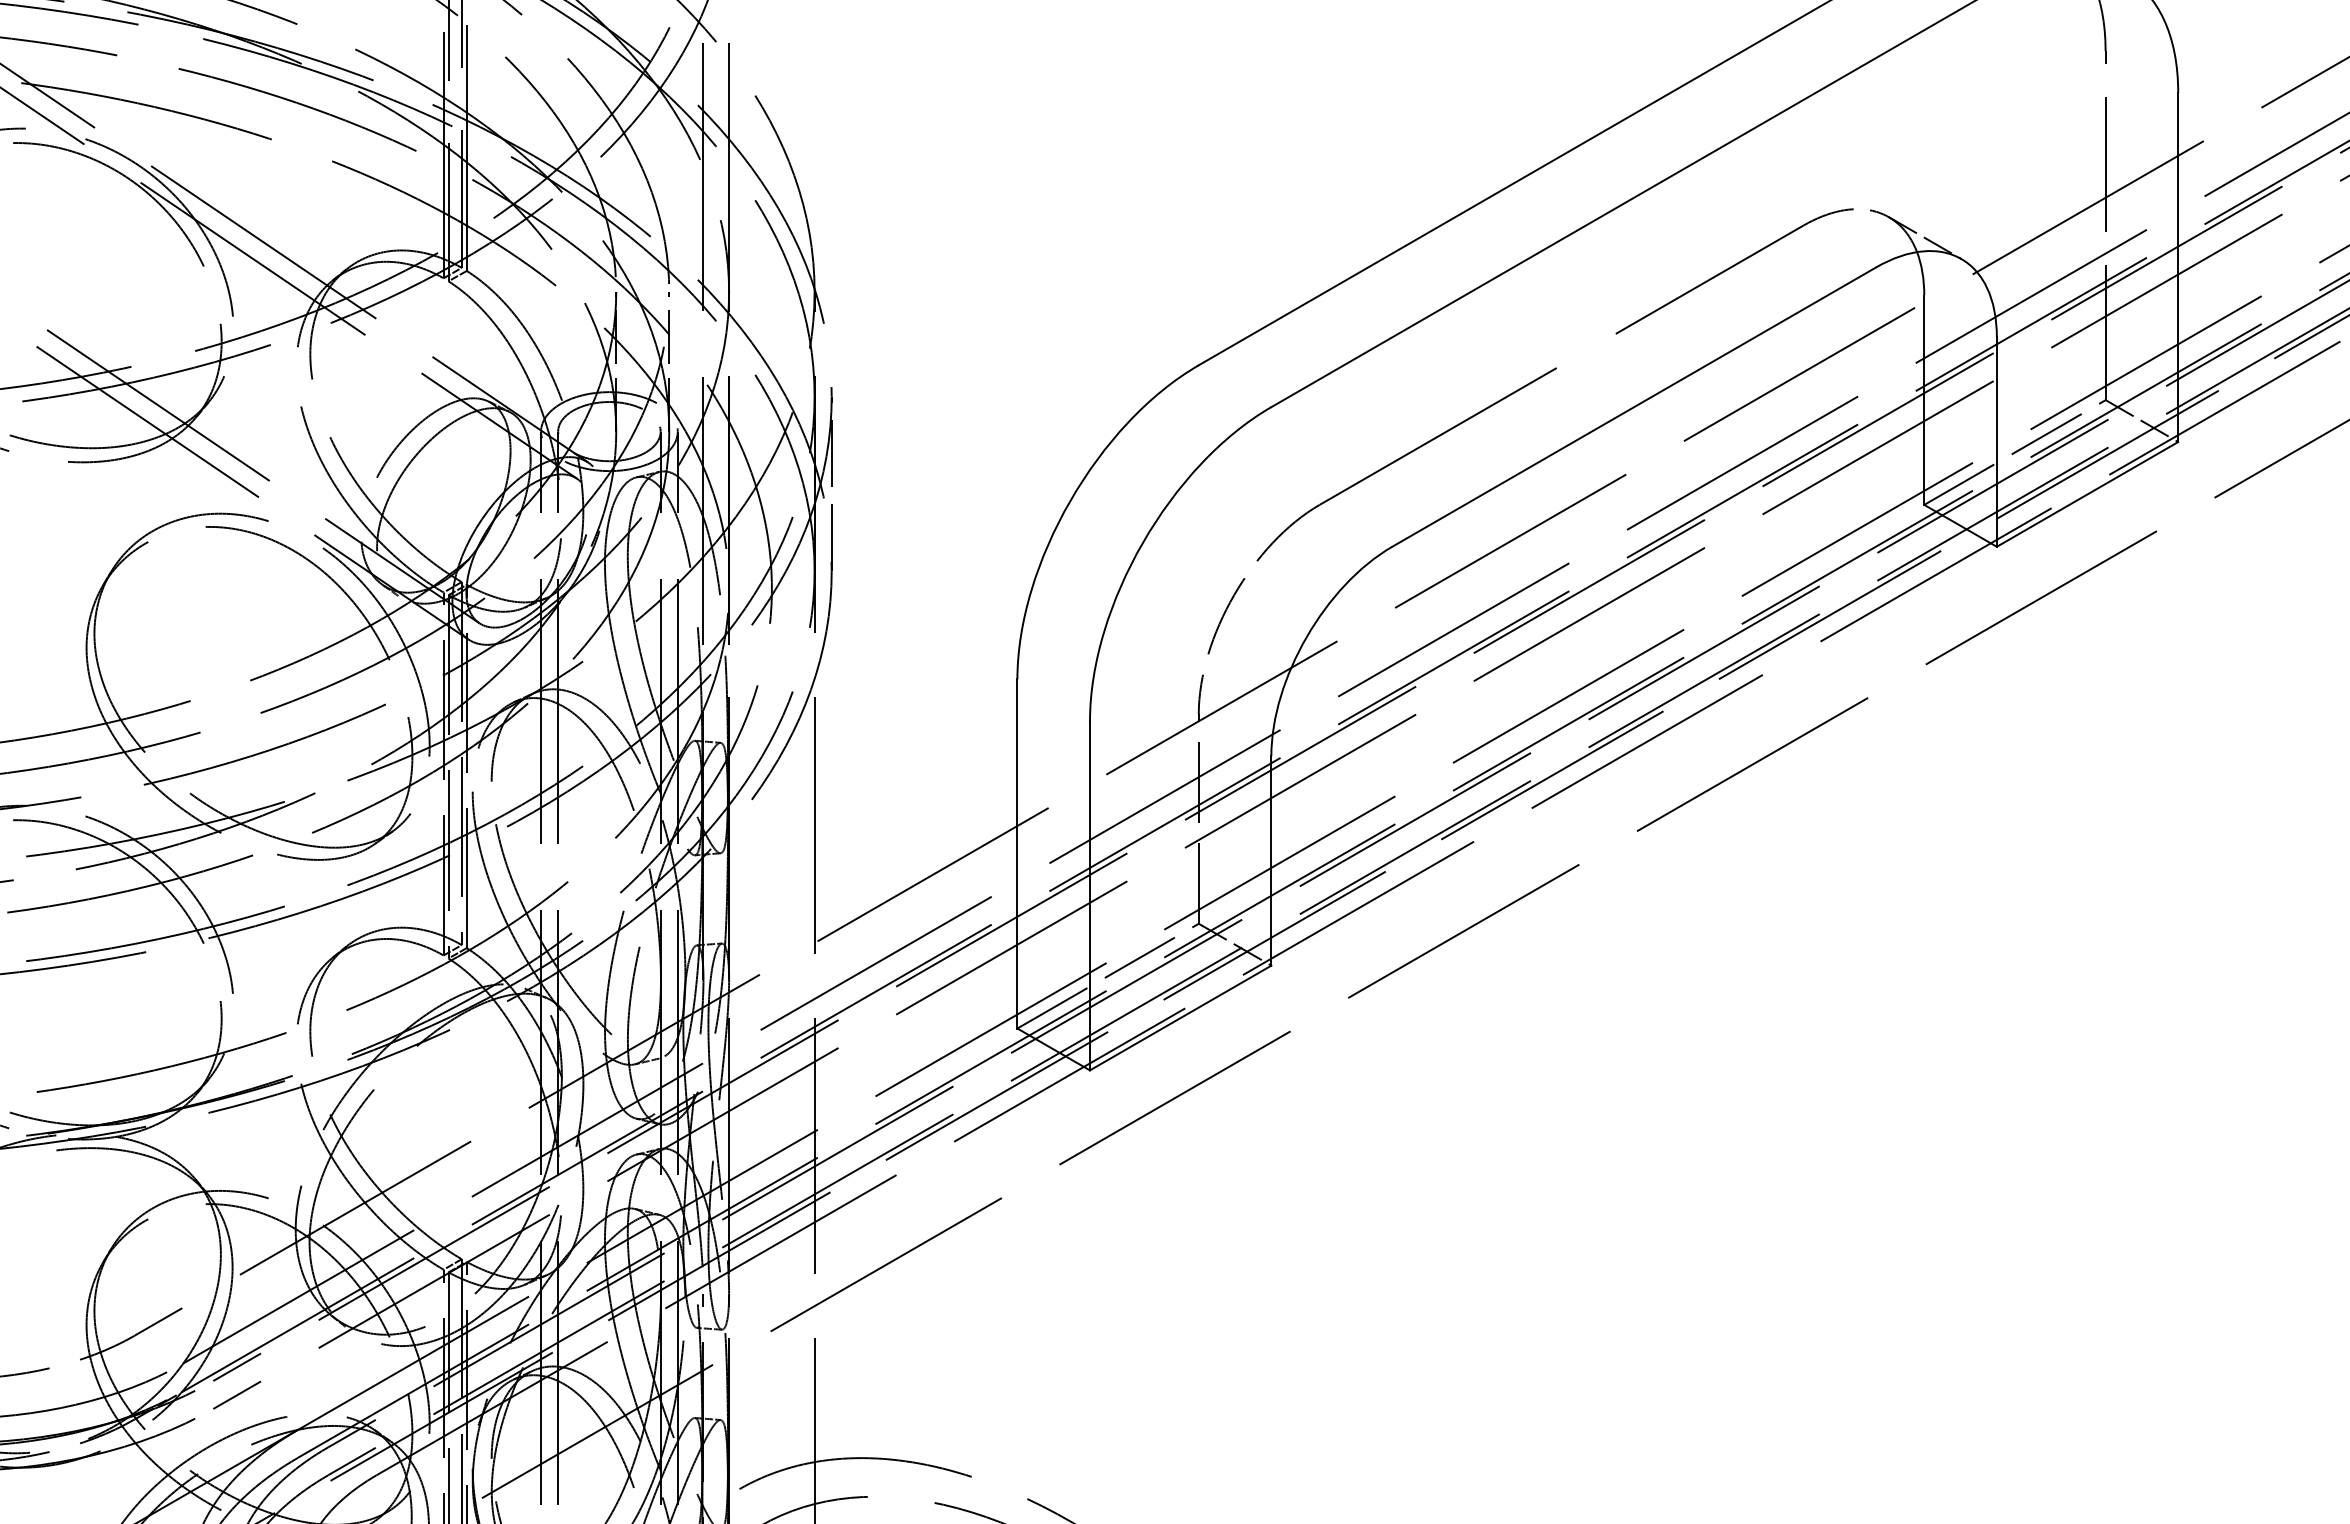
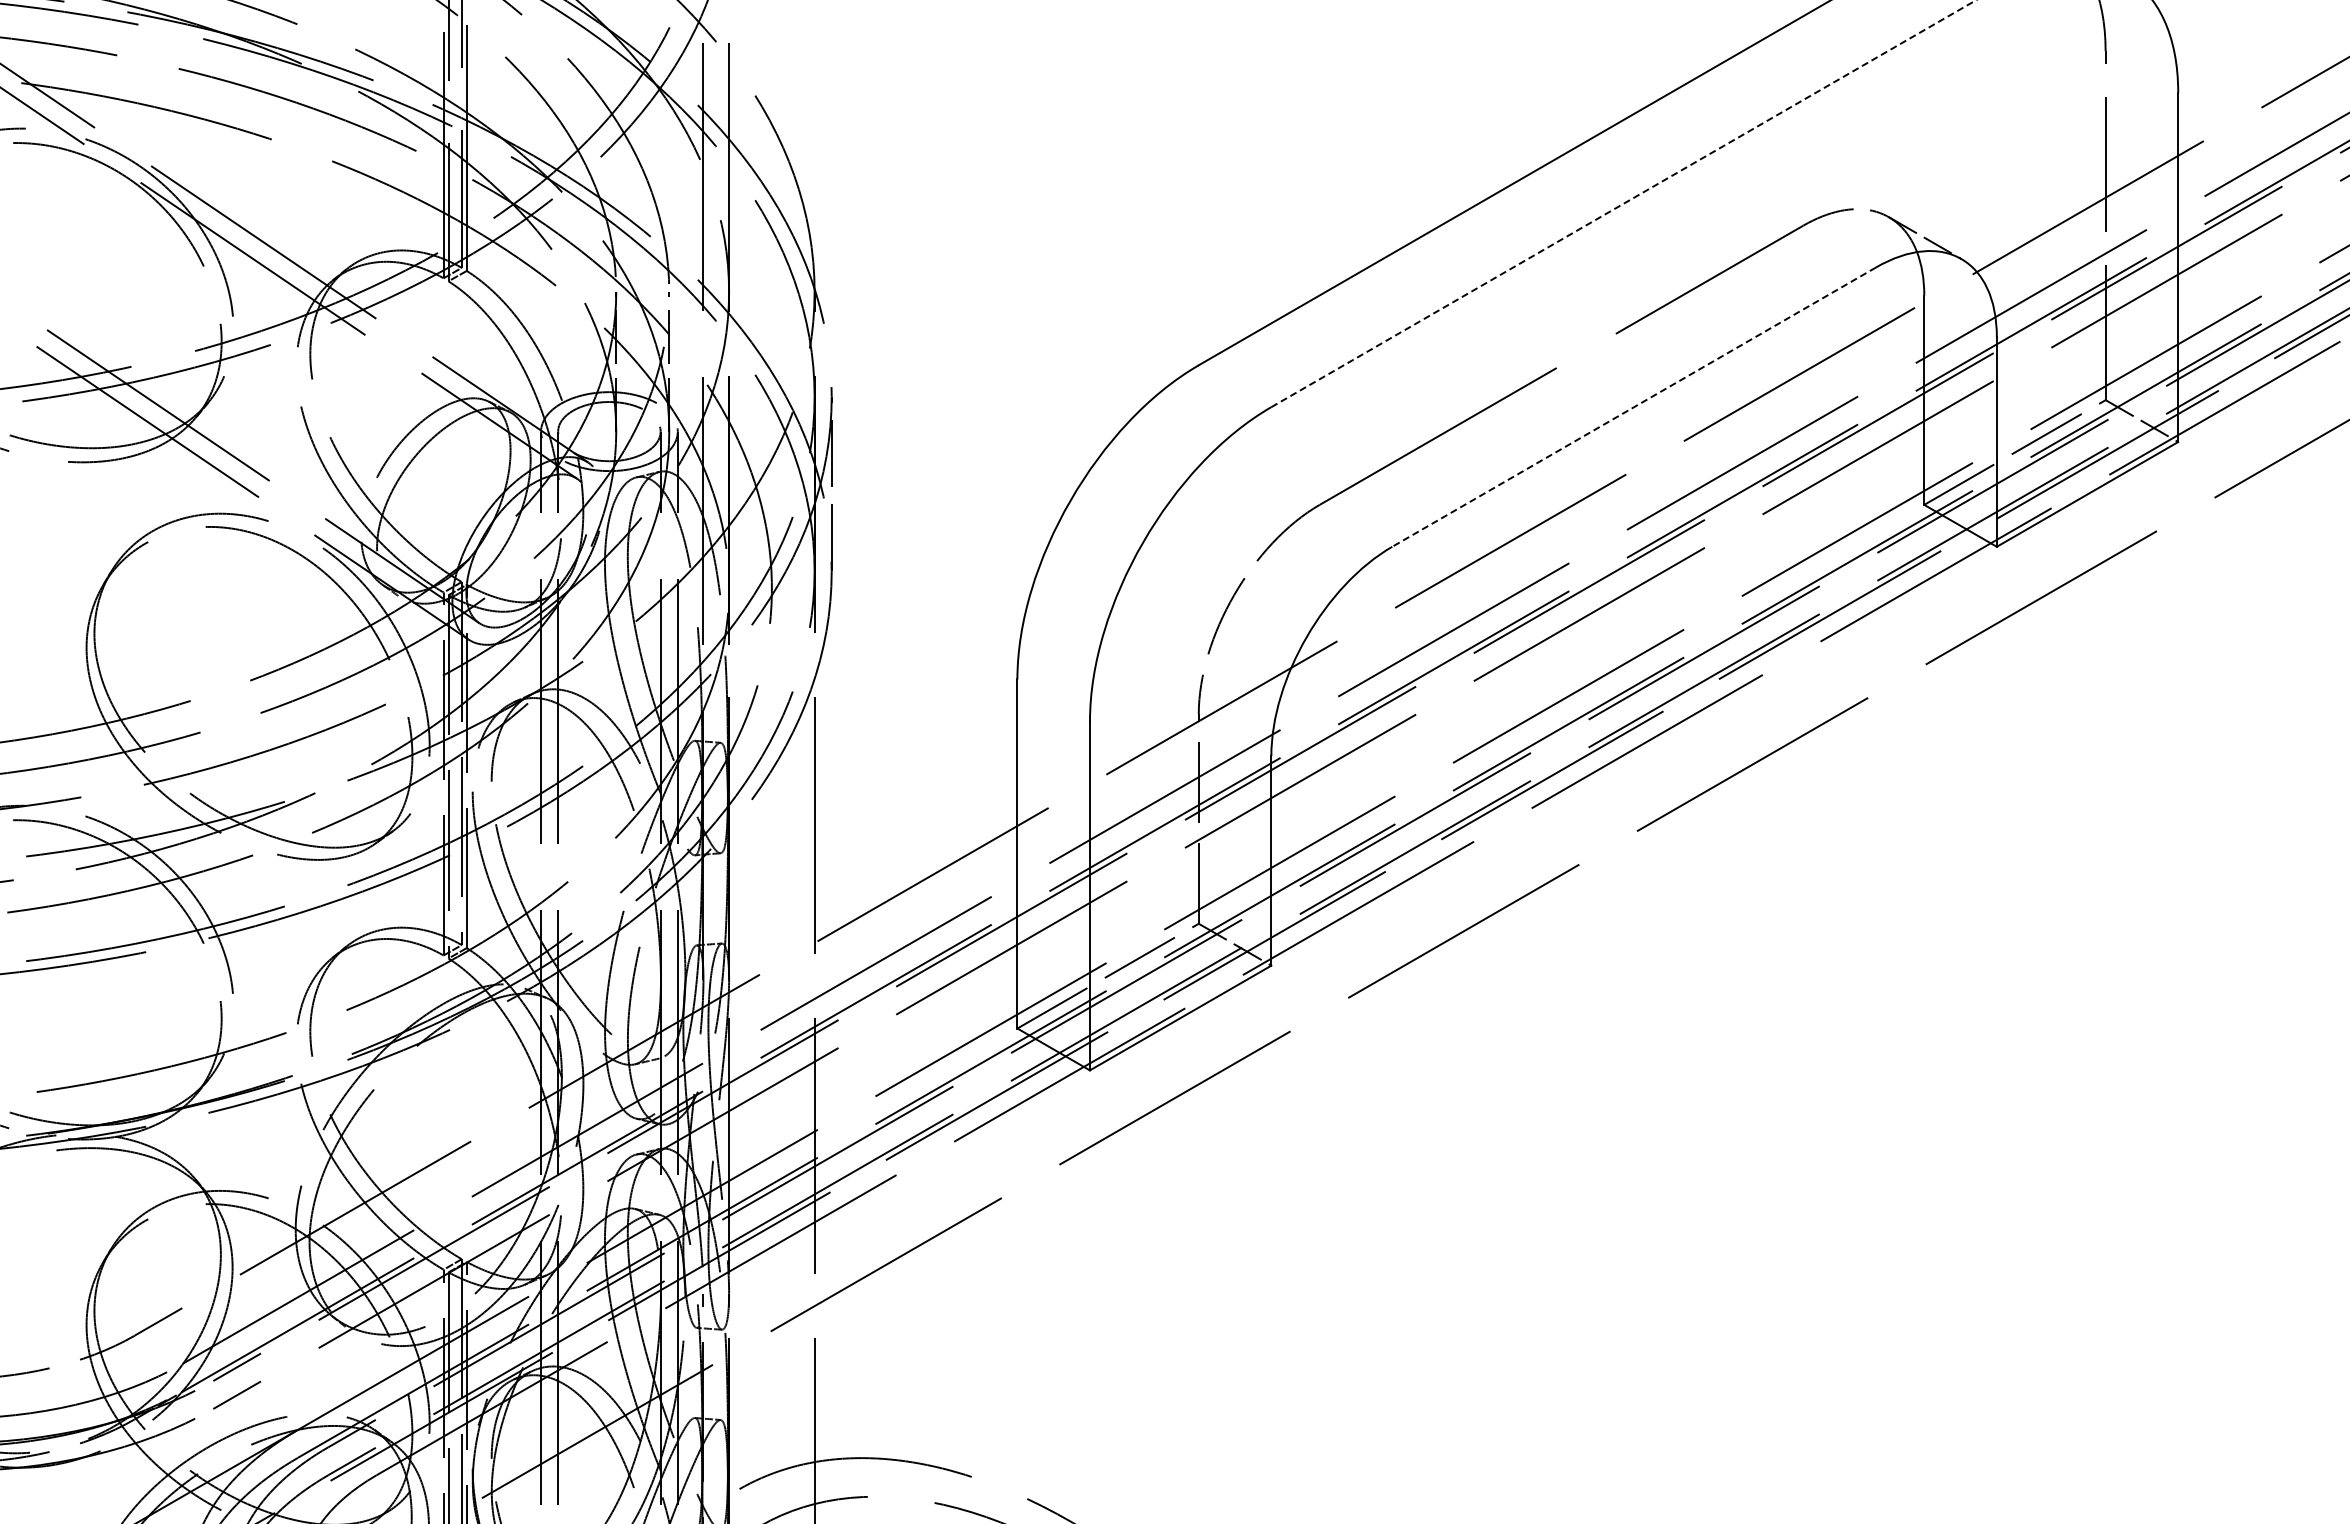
line at (1623, 203): solid -> dashed
line at (1633, 407): solid -> dashed
